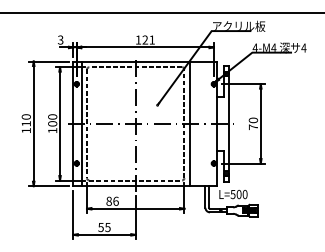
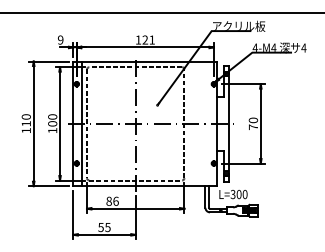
text at (60, 39): 3 -> 9
line at (189, 123): present -> none
text at (233, 193): L=500 -> L=300
